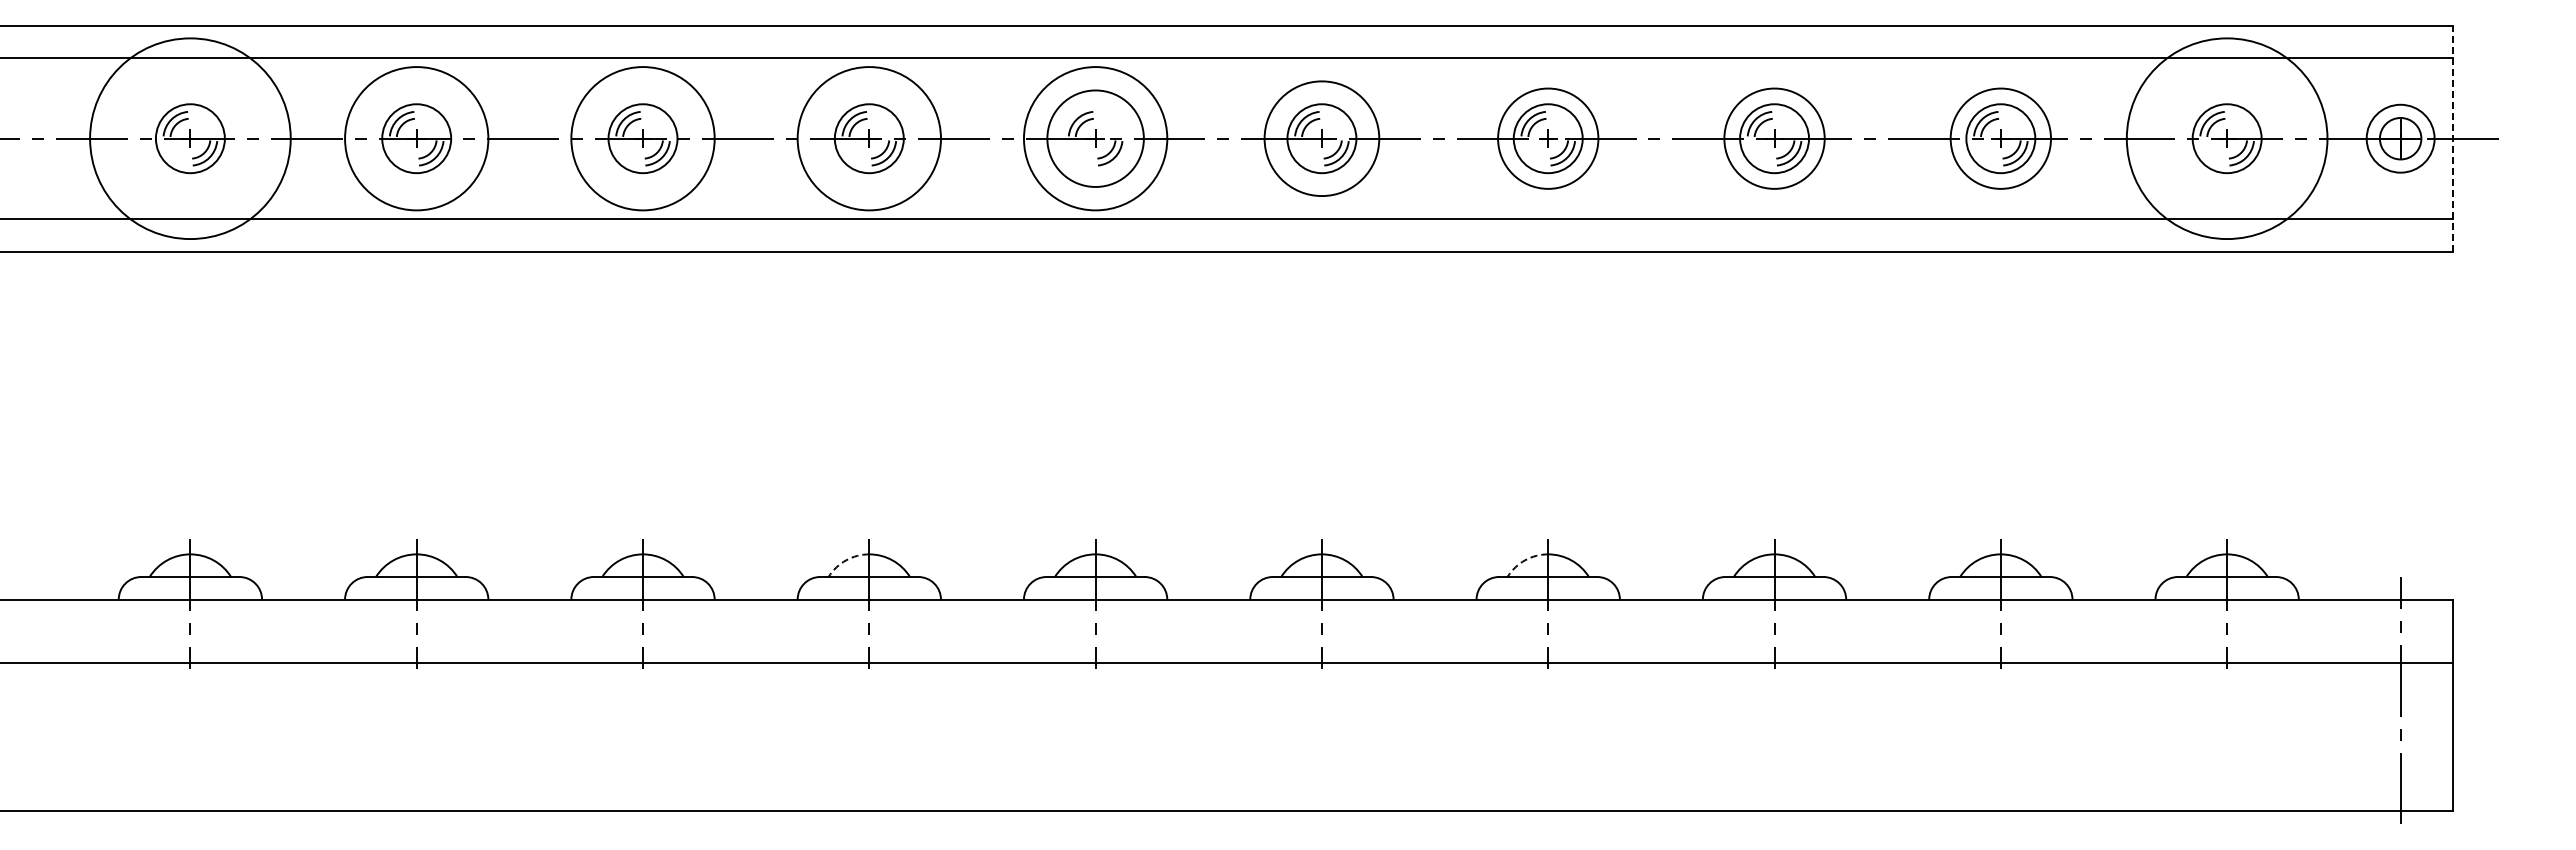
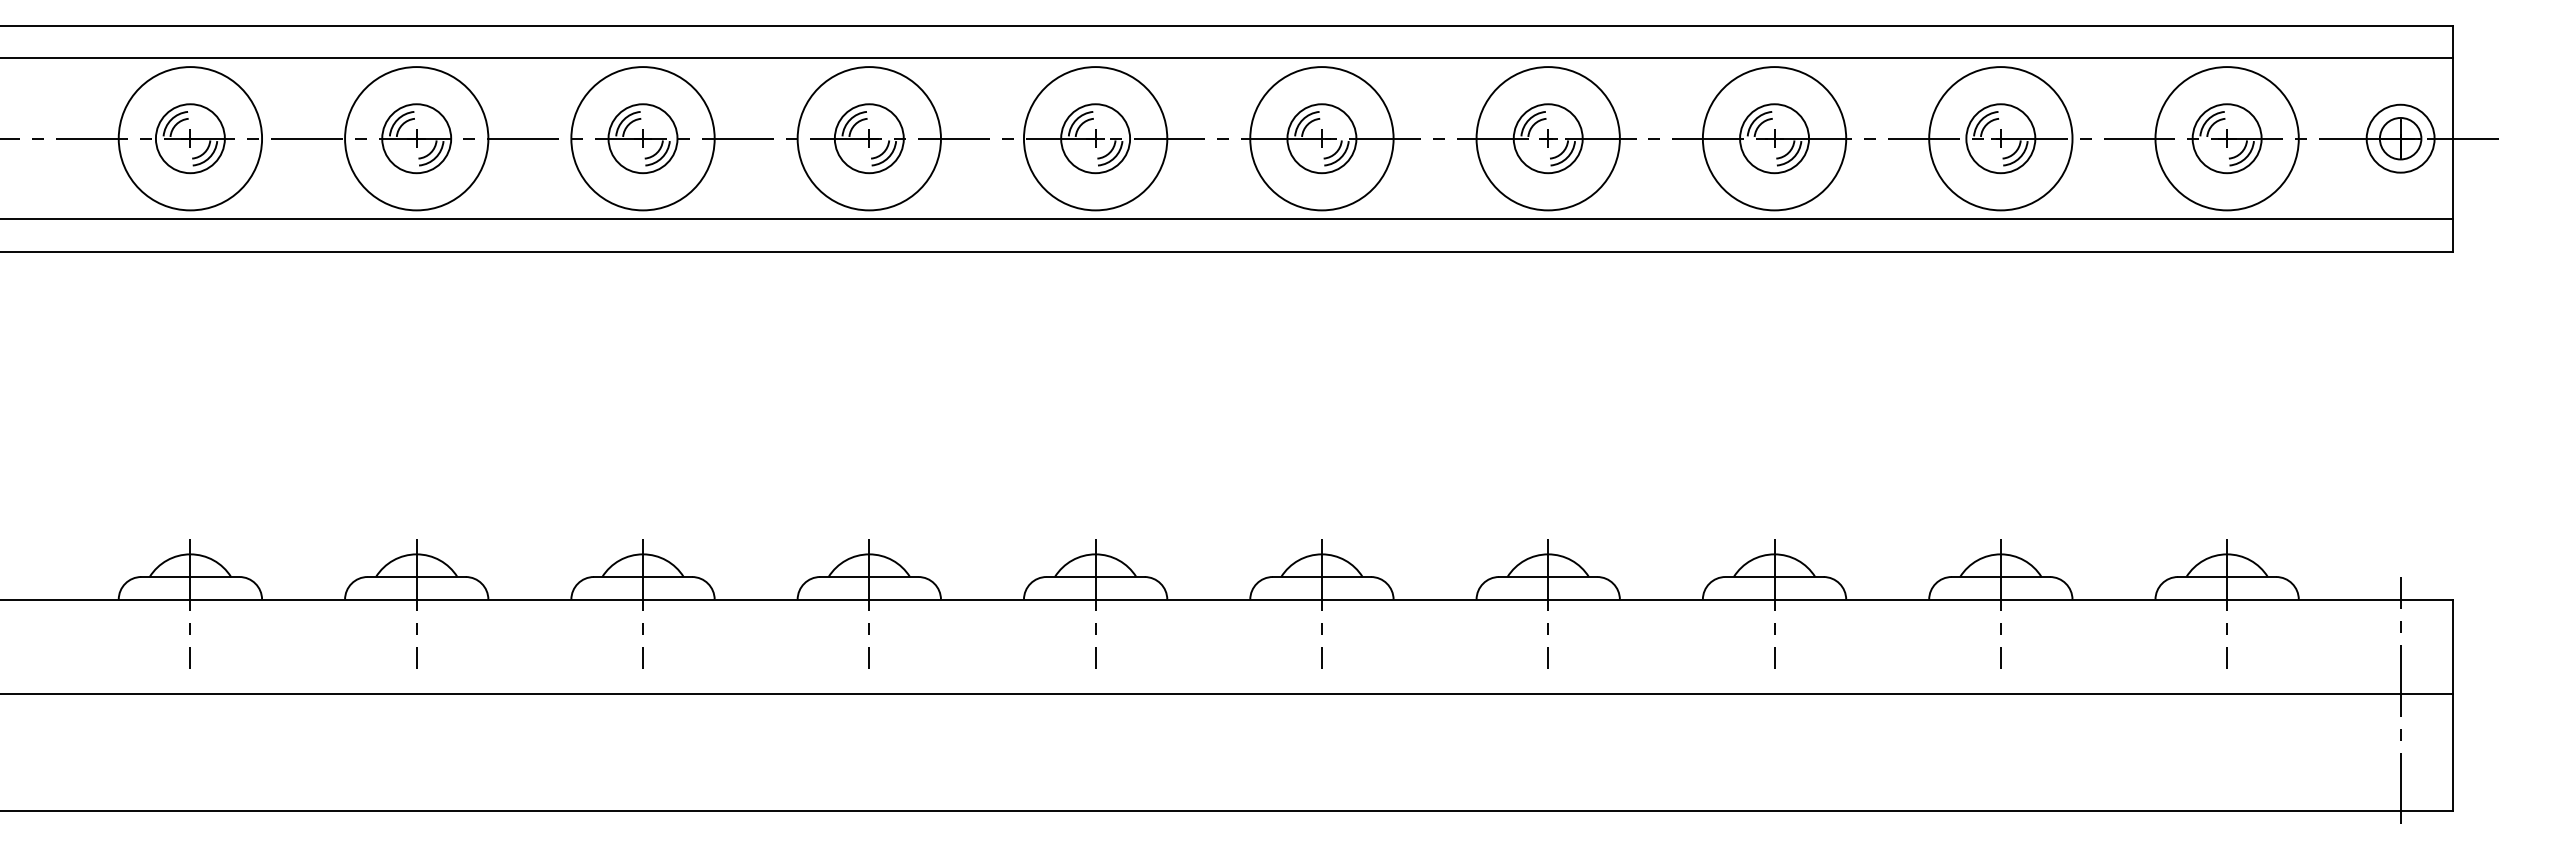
circle at (190, 138) diameter: 201 px -> 143 px
circle at (1095, 138) diameter: 97 px -> 69 px
circle at (1321, 138) diameter: 115 px -> 143 px
circle at (1548, 138) diameter: 100 px -> 143 px
circle at (1774, 138) diameter: 100 px -> 143 px
circle at (2000, 138) diameter: 100 px -> 143 px
circle at (2226, 138) diameter: 201 px -> 143 px
line at (2453, 138): dashed -> solid
arc at (846, 560): dashed -> solid
arc at (1524, 560): dashed -> solid
line at (1227, 662) position: (1227, 662) -> (1227, 693)
